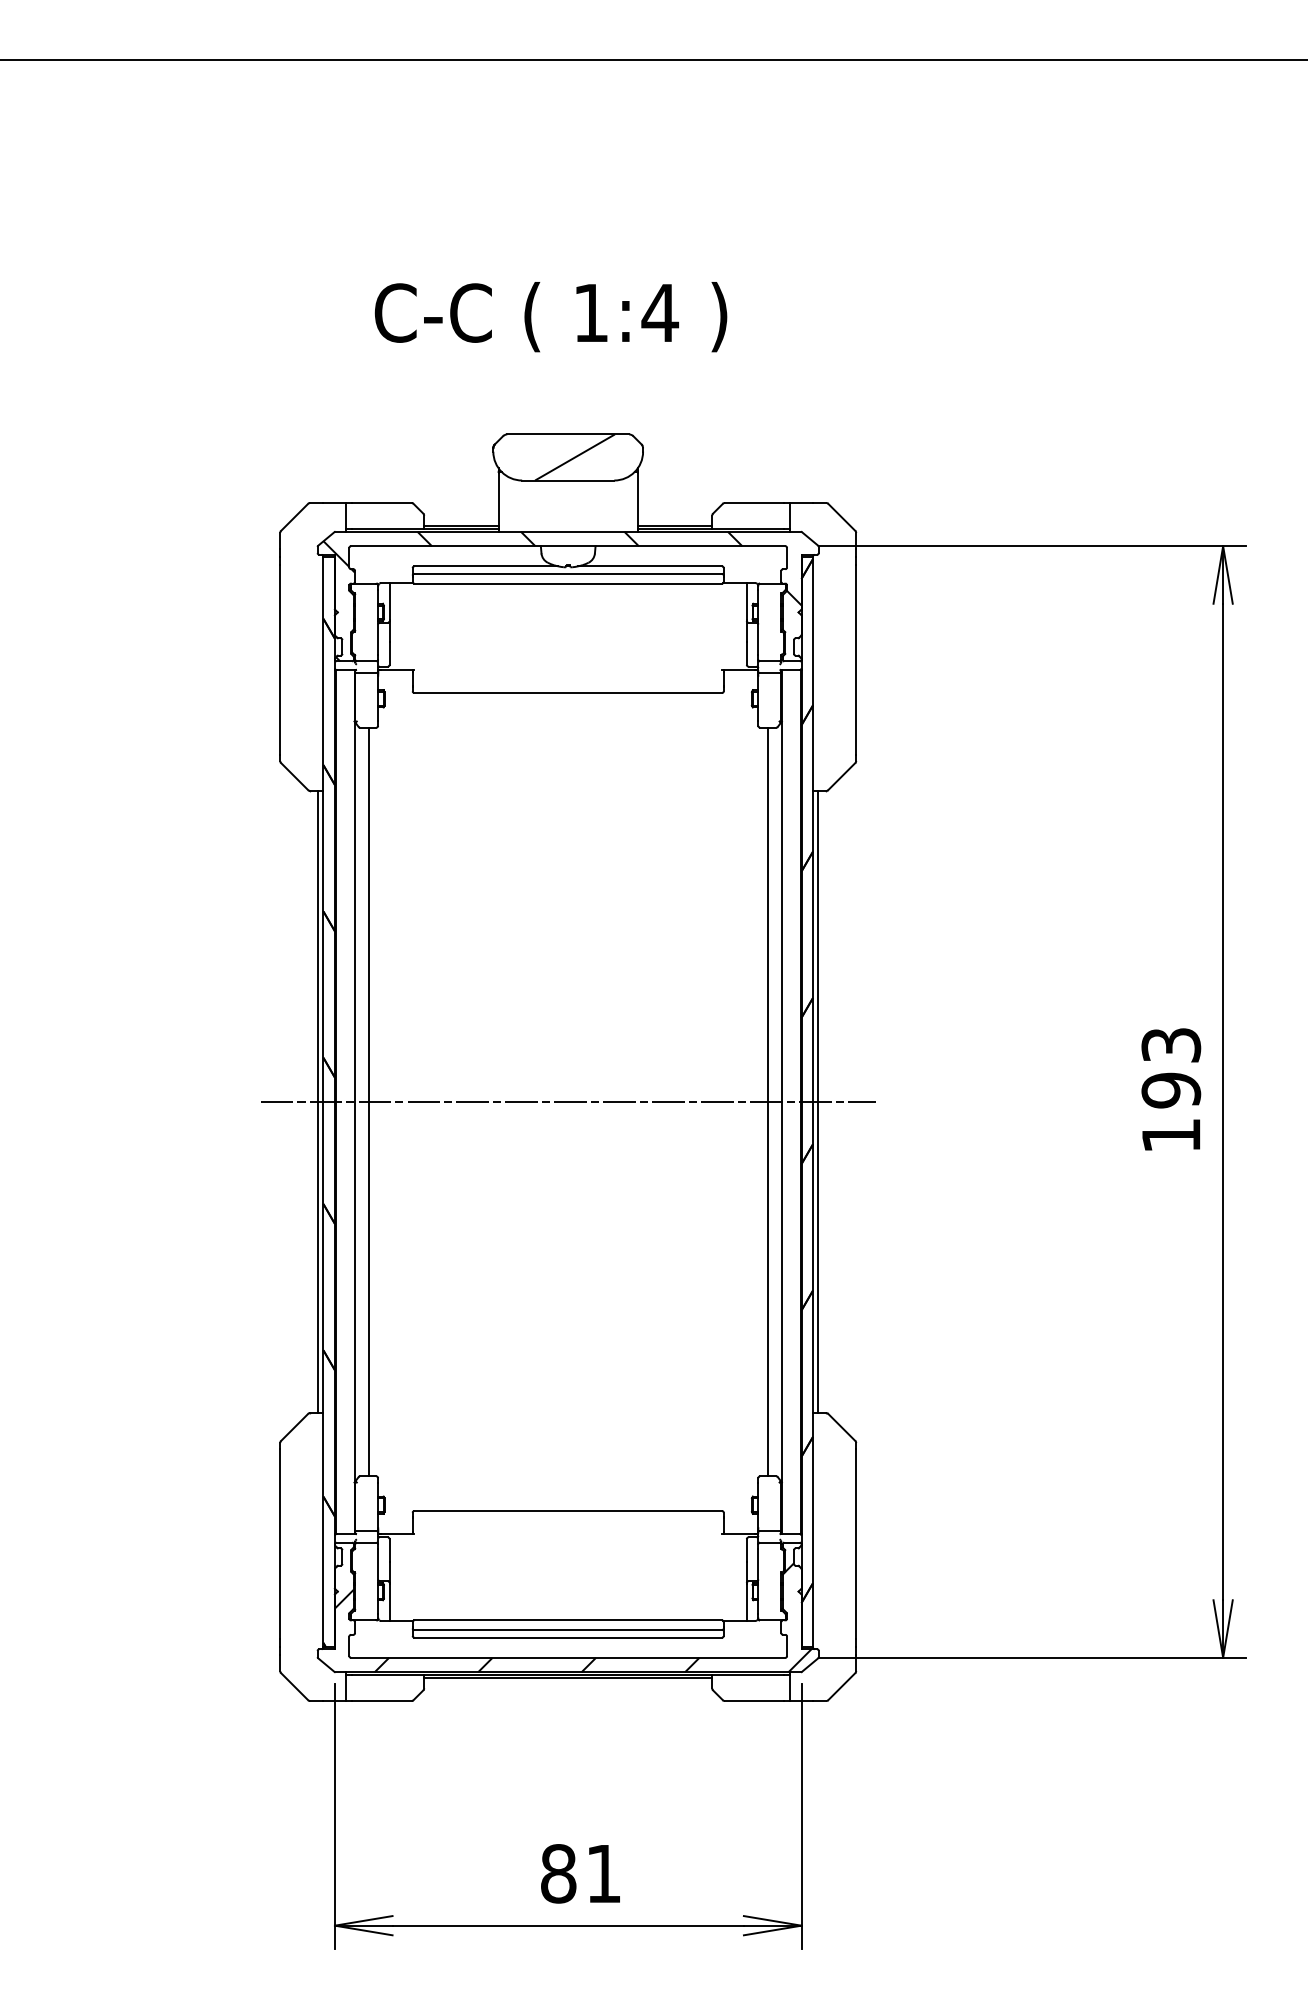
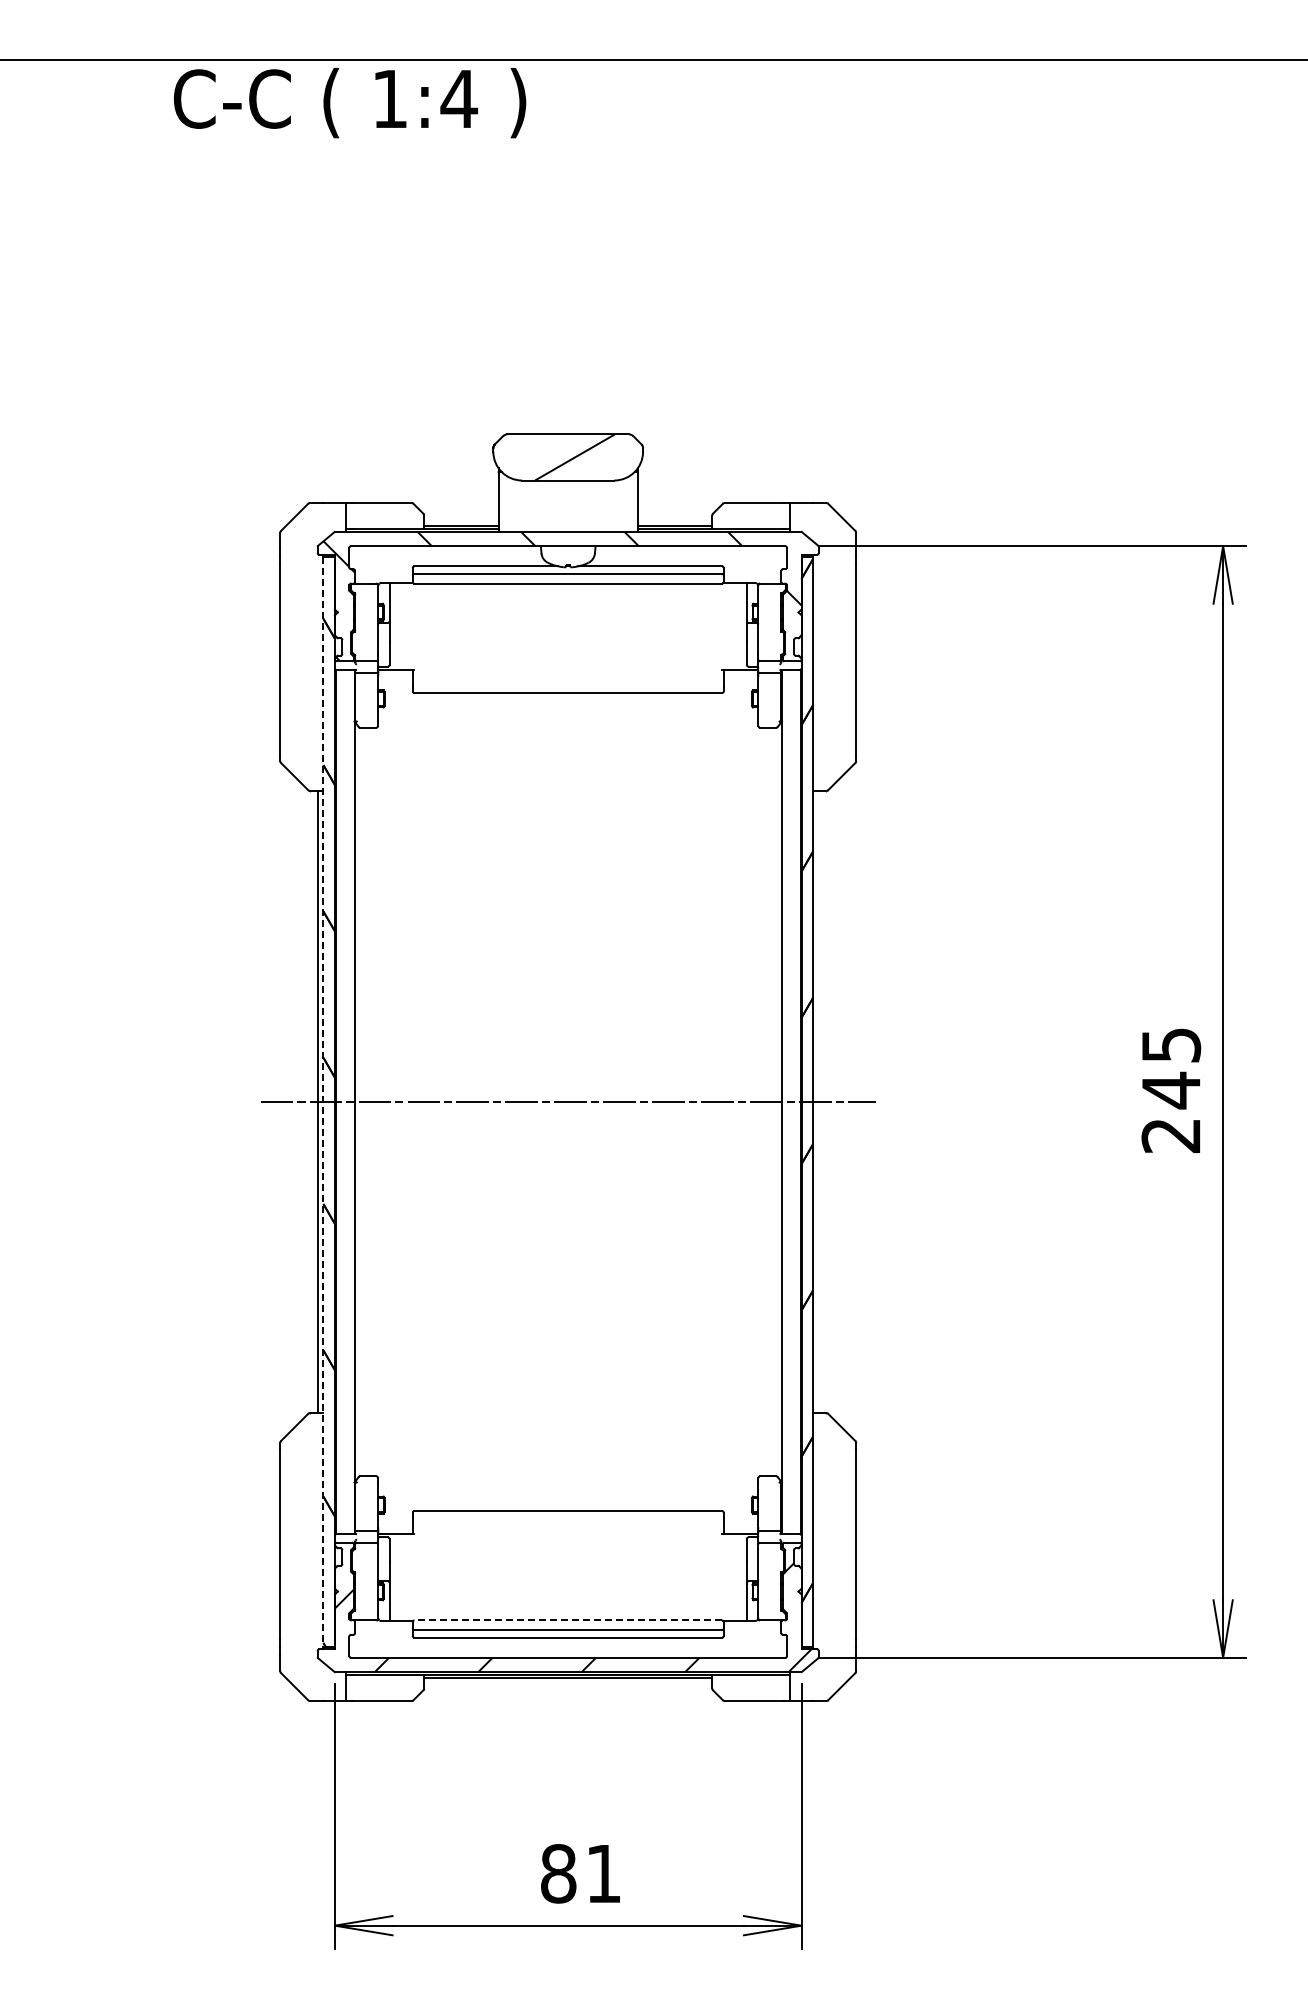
text at (550, 317) position: (550, 317) -> (349, 103)
text at (1171, 1090): 193 -> 245
line at (368, 1101): present -> none
line at (767, 1101): present -> none
line at (818, 1101): present -> none
line at (323, 1102): solid -> dashed
line at (568, 1620): solid -> dashed
